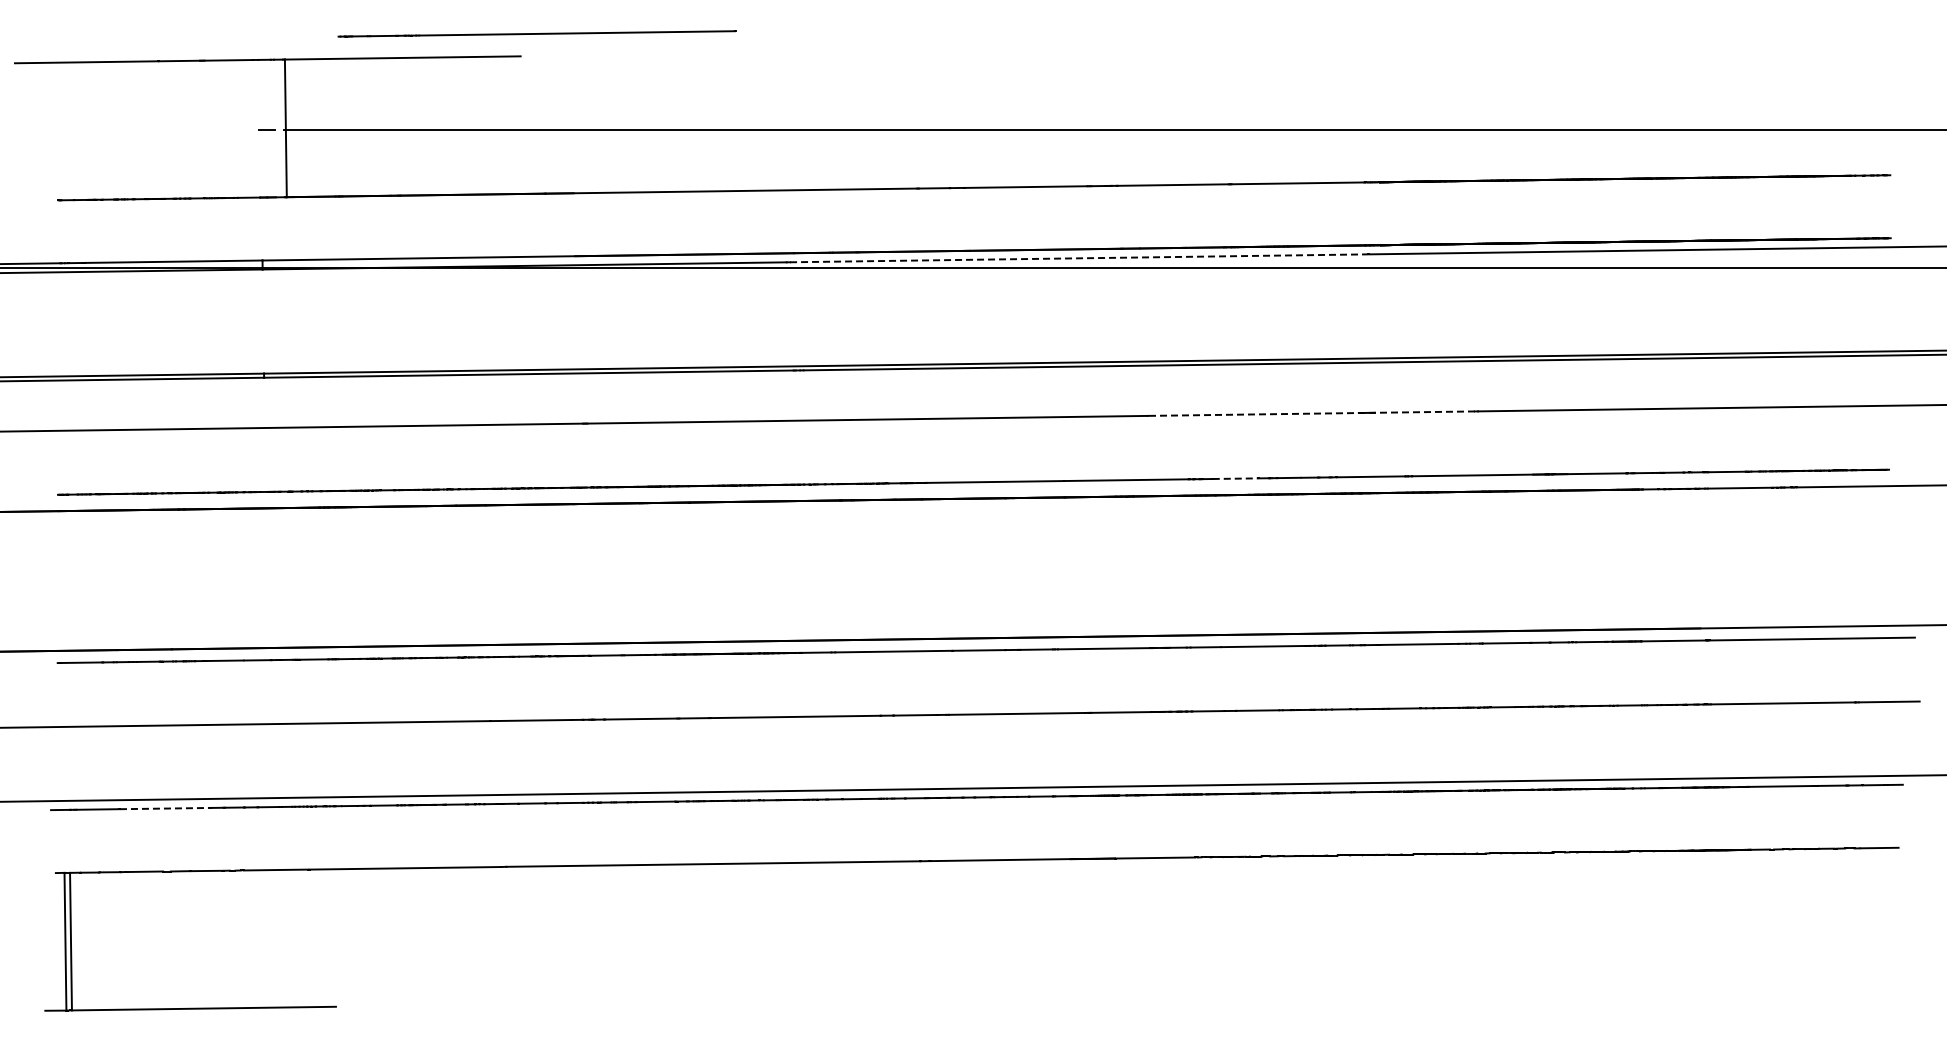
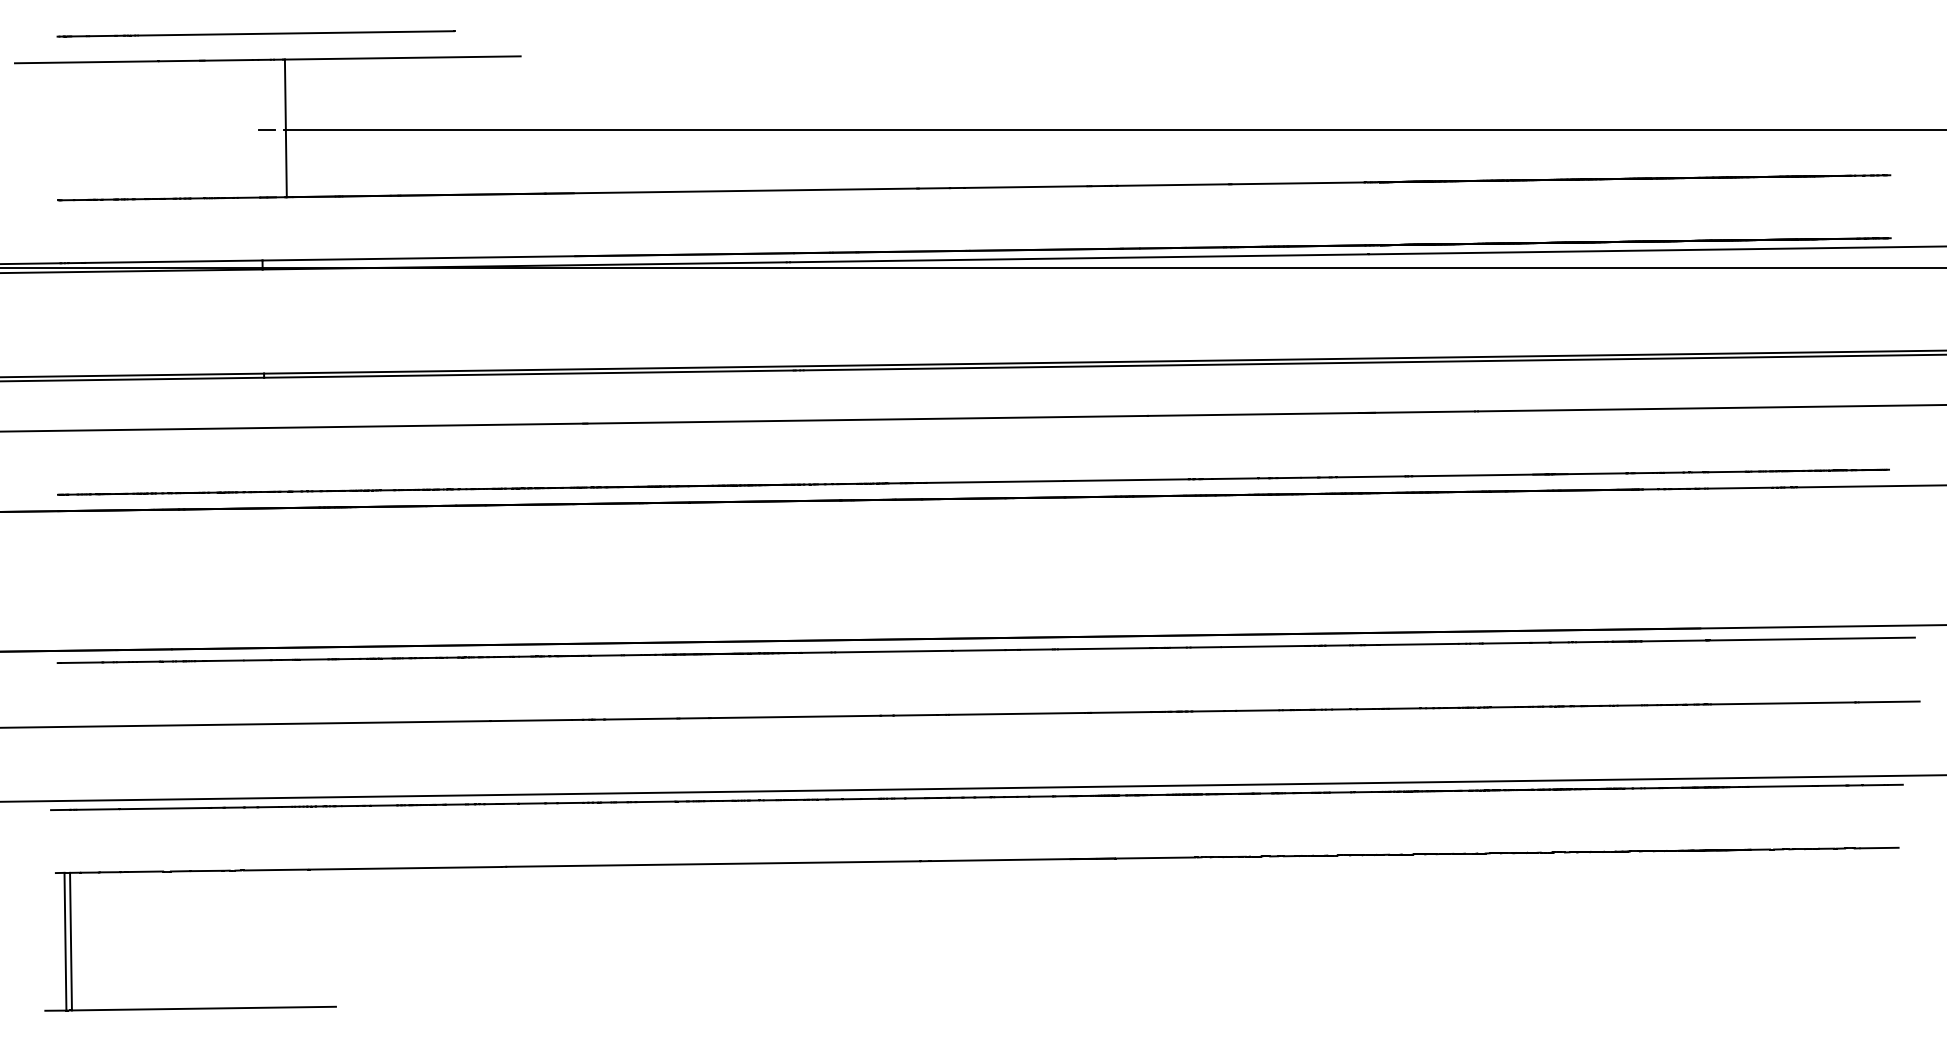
line at (536, 33) position: (536, 33) -> (255, 33)
line at (1079, 258): dashed -> solid
line at (1311, 413): dashed -> solid
line at (1235, 478): dashed -> solid
line at (164, 808): dashed -> solid
